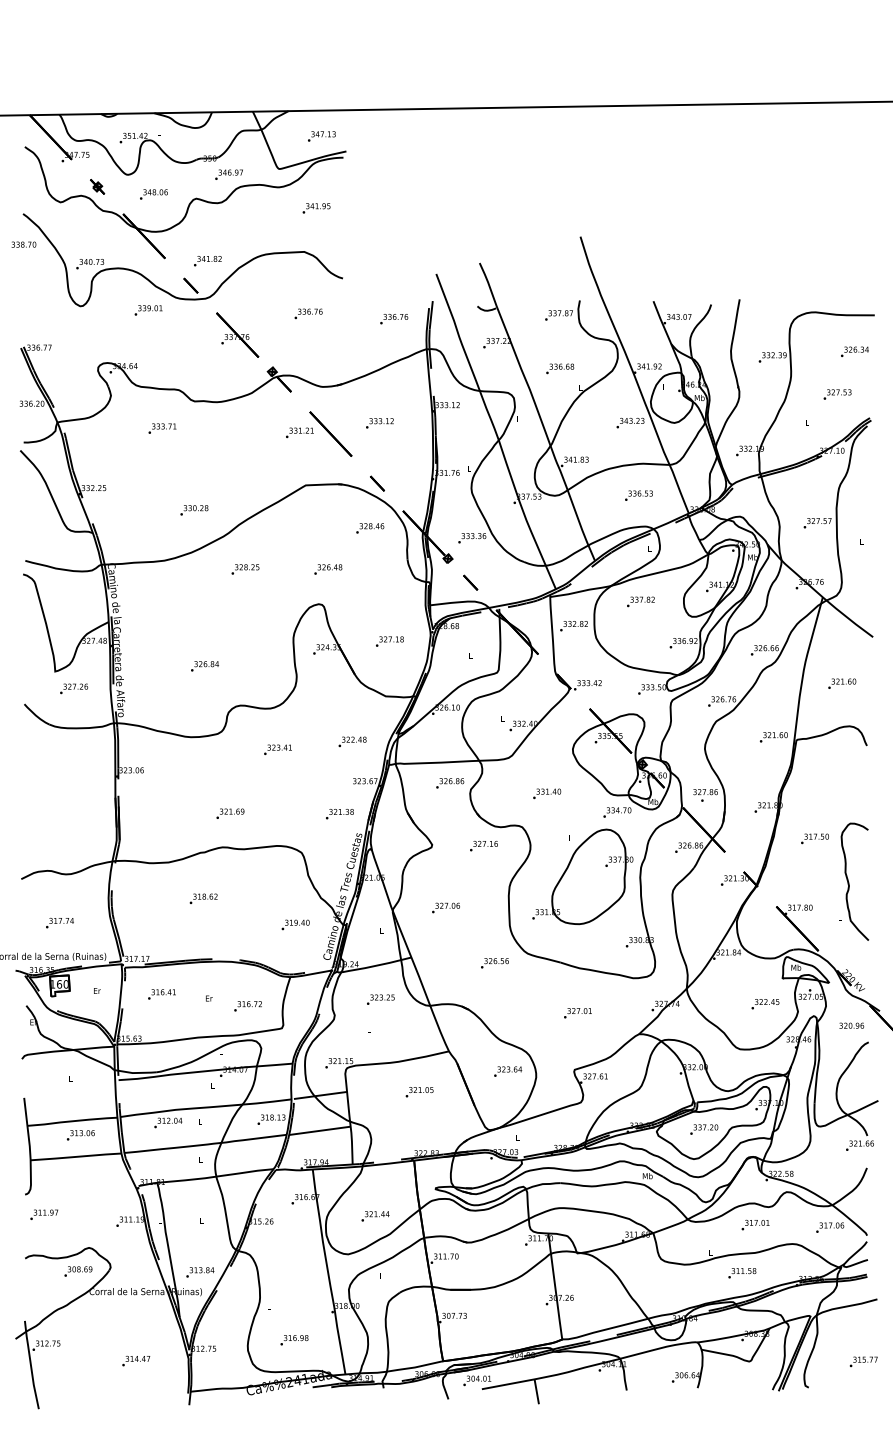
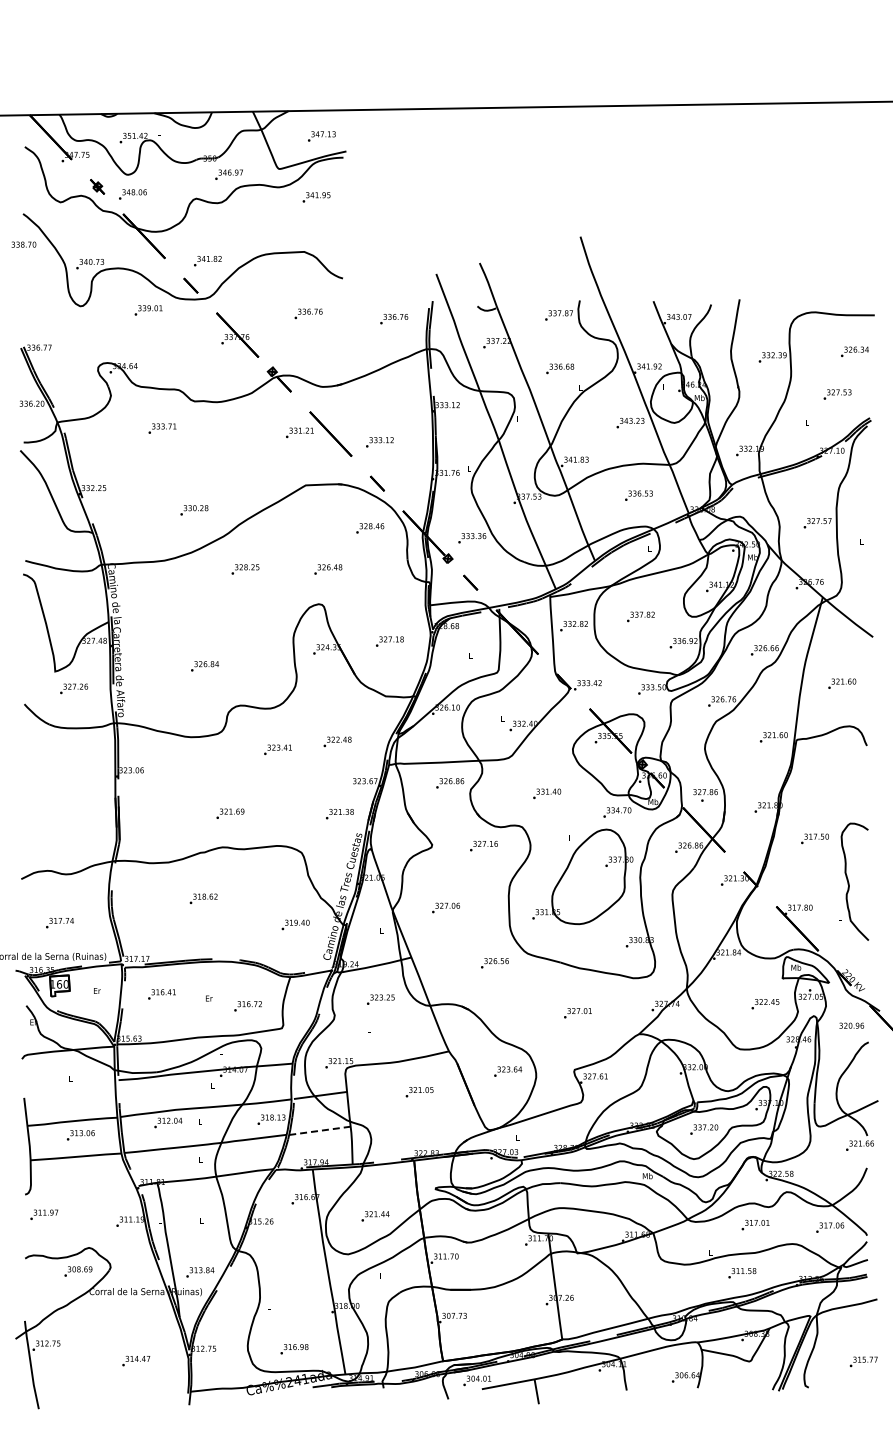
text at (153, 194) position: (153, 194) -> (132, 194)
text at (316, 208) position: (316, 208) -> (316, 197)
text at (379, 423) position: (379, 423) -> (379, 442)
text at (640, 601) position: (640, 601) -> (640, 616)
text at (352, 741) position: (352, 741) -> (337, 741)
line at (319, 1130): solid -> dashed
text at (294, 1340) position: (294, 1340) -> (294, 1349)
